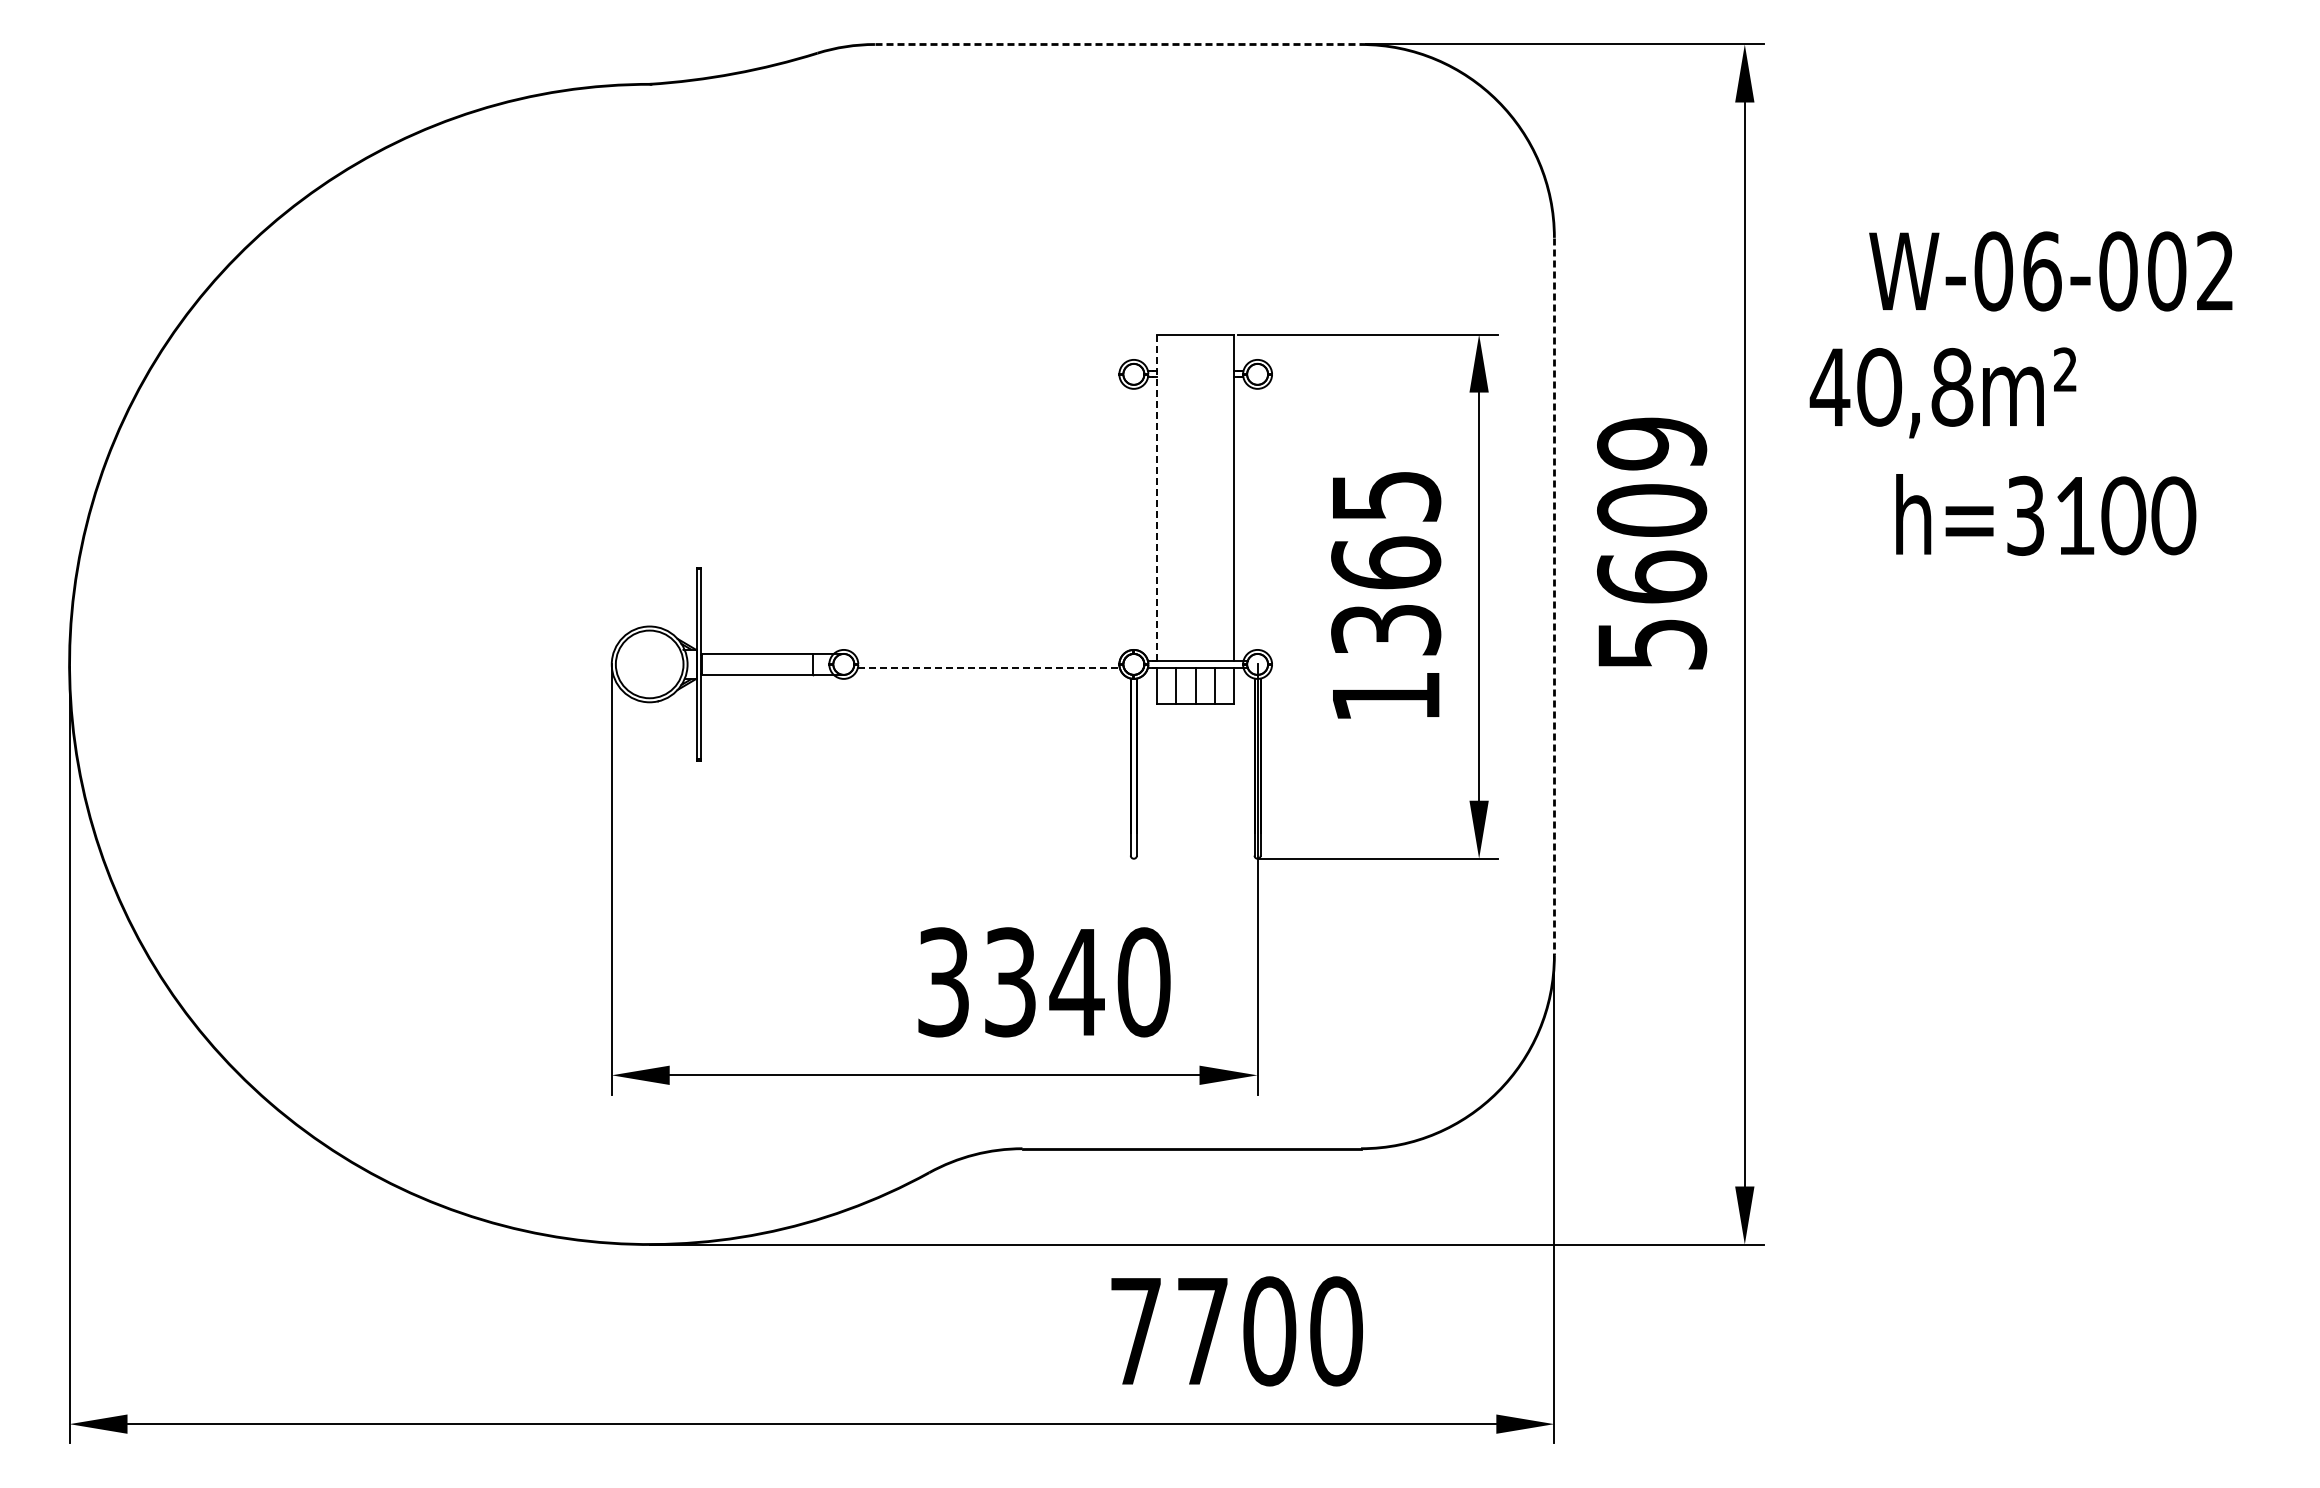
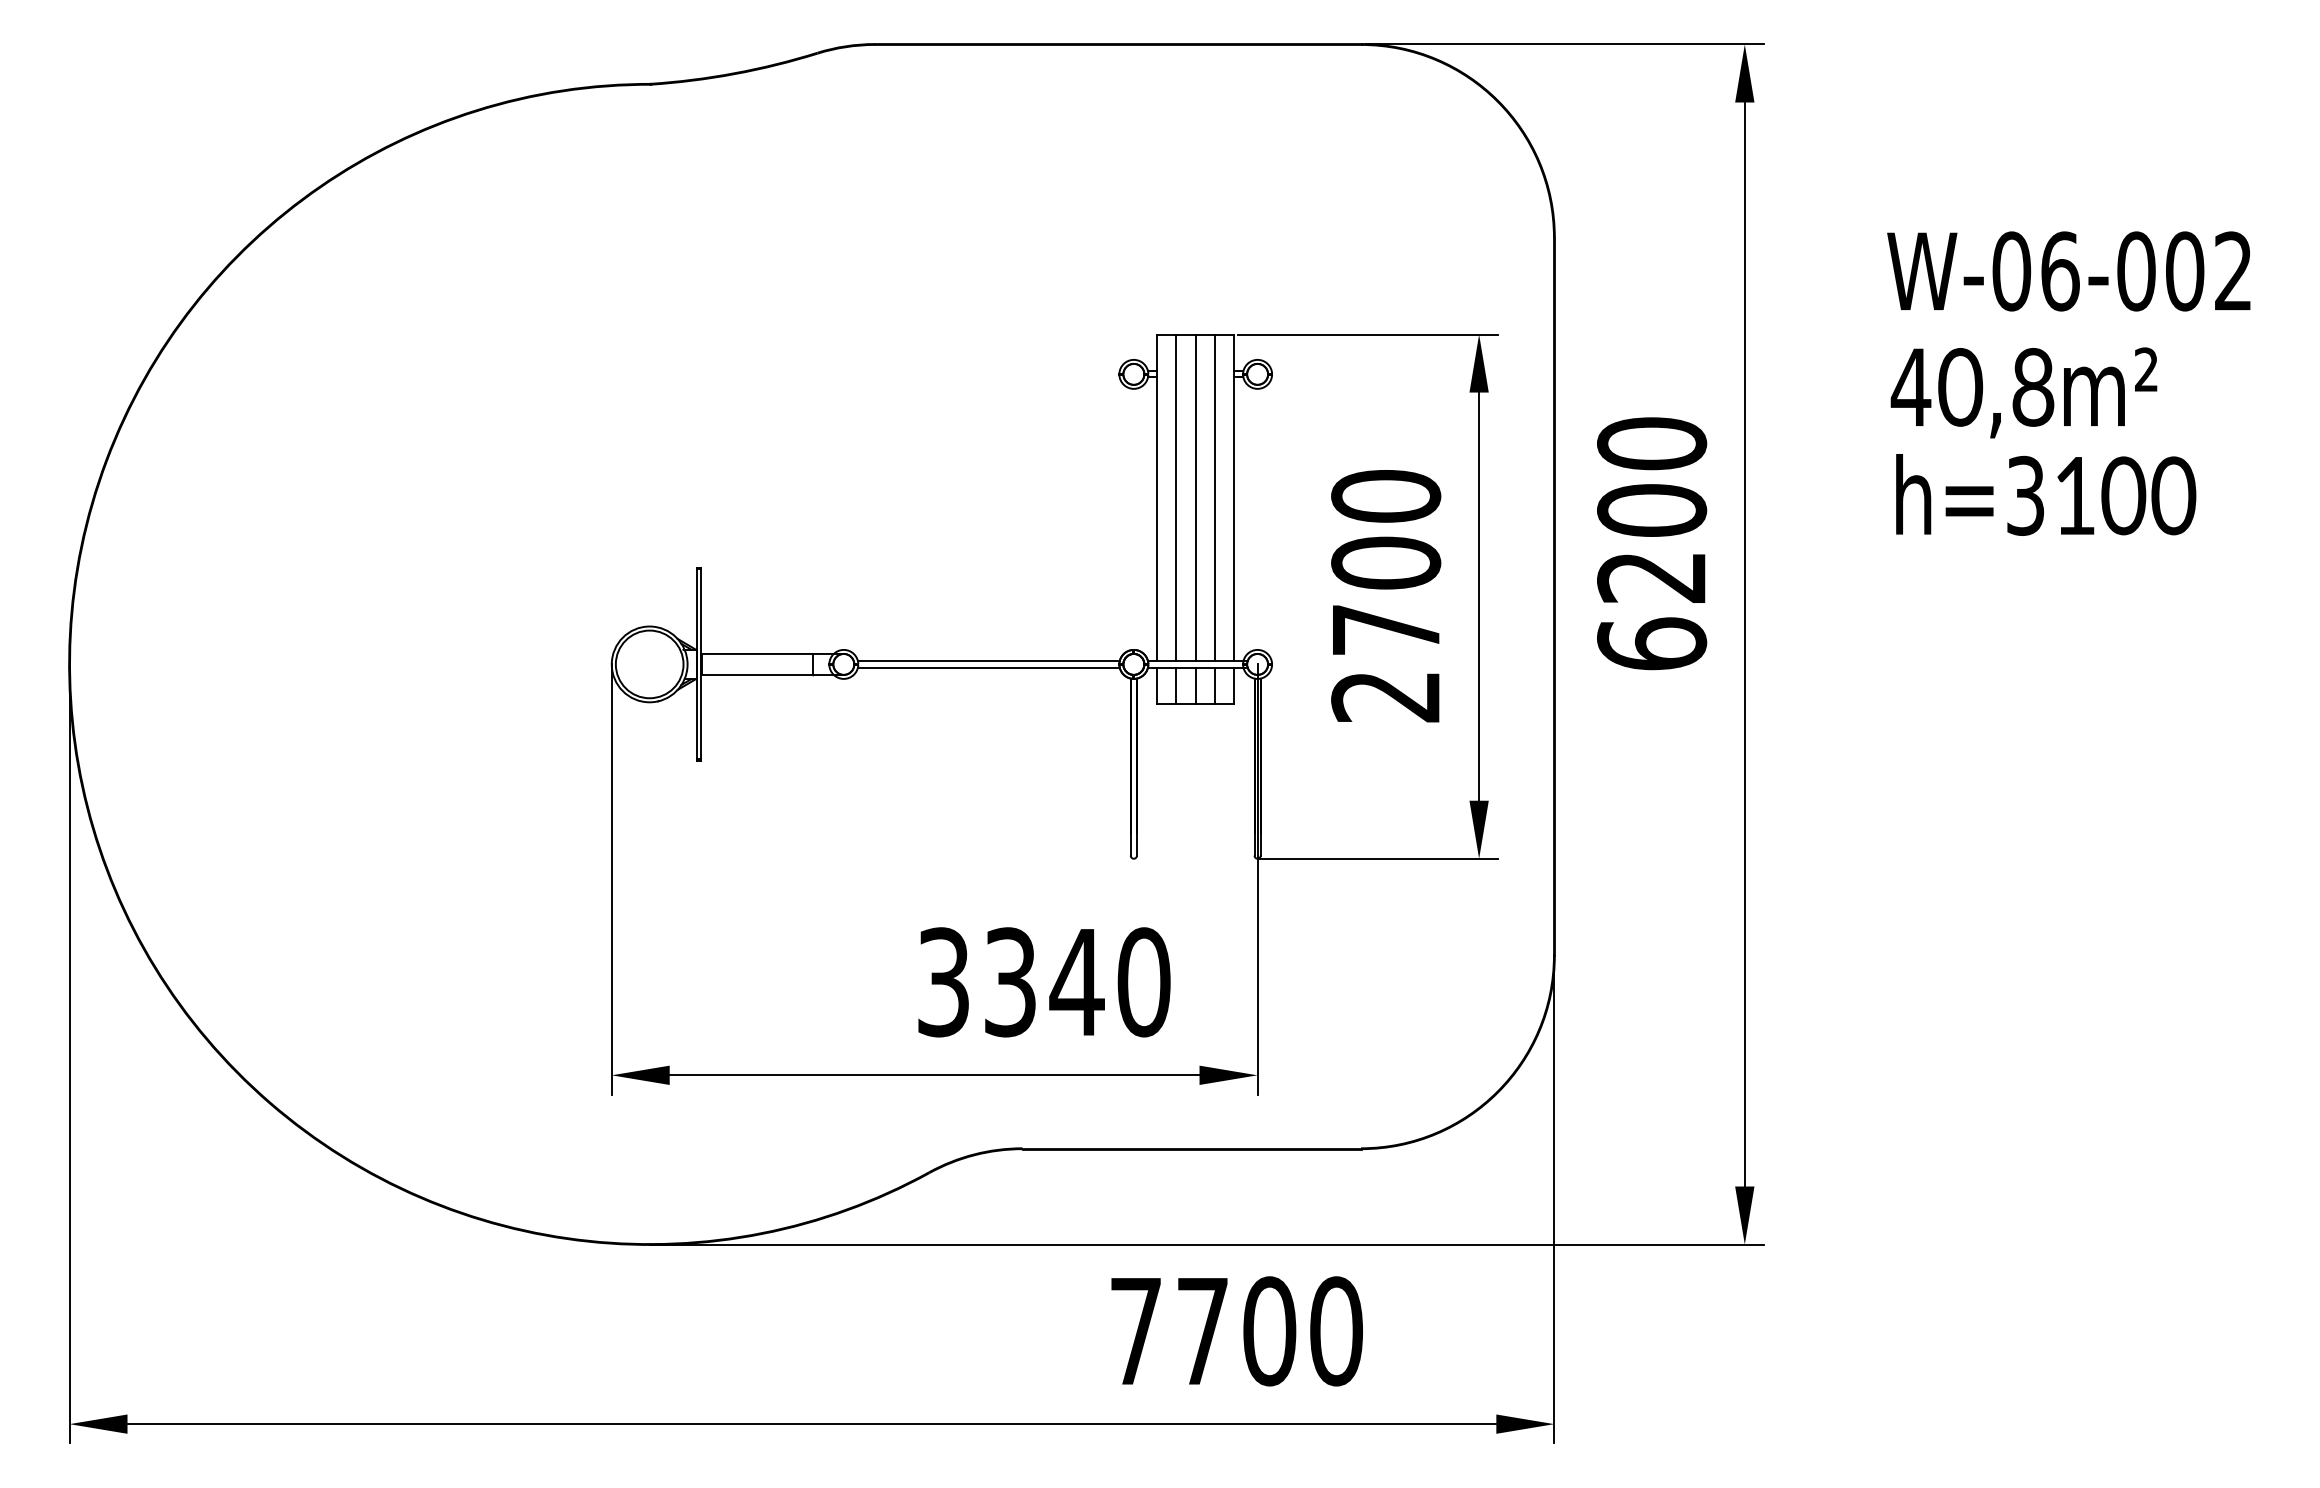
line at (1118, 44): dashed -> solid
text at (2050, 271) position: (2050, 271) -> (2068, 271)
text at (1942, 392) position: (1942, 392) -> (2023, 392)
line at (1157, 497): dashed -> solid
line at (1176, 497): none -> present
line at (1195, 497): none -> present
line at (1215, 497): none -> present
text at (2046, 514) position: (2046, 514) -> (2046, 494)
text at (1652, 543): 5609 -> 6200
text at (1386, 596): 1365 -> 2700
line at (1554, 596): dashed -> solid
line at (988, 661): none -> present
line at (988, 667): dashed -> solid
